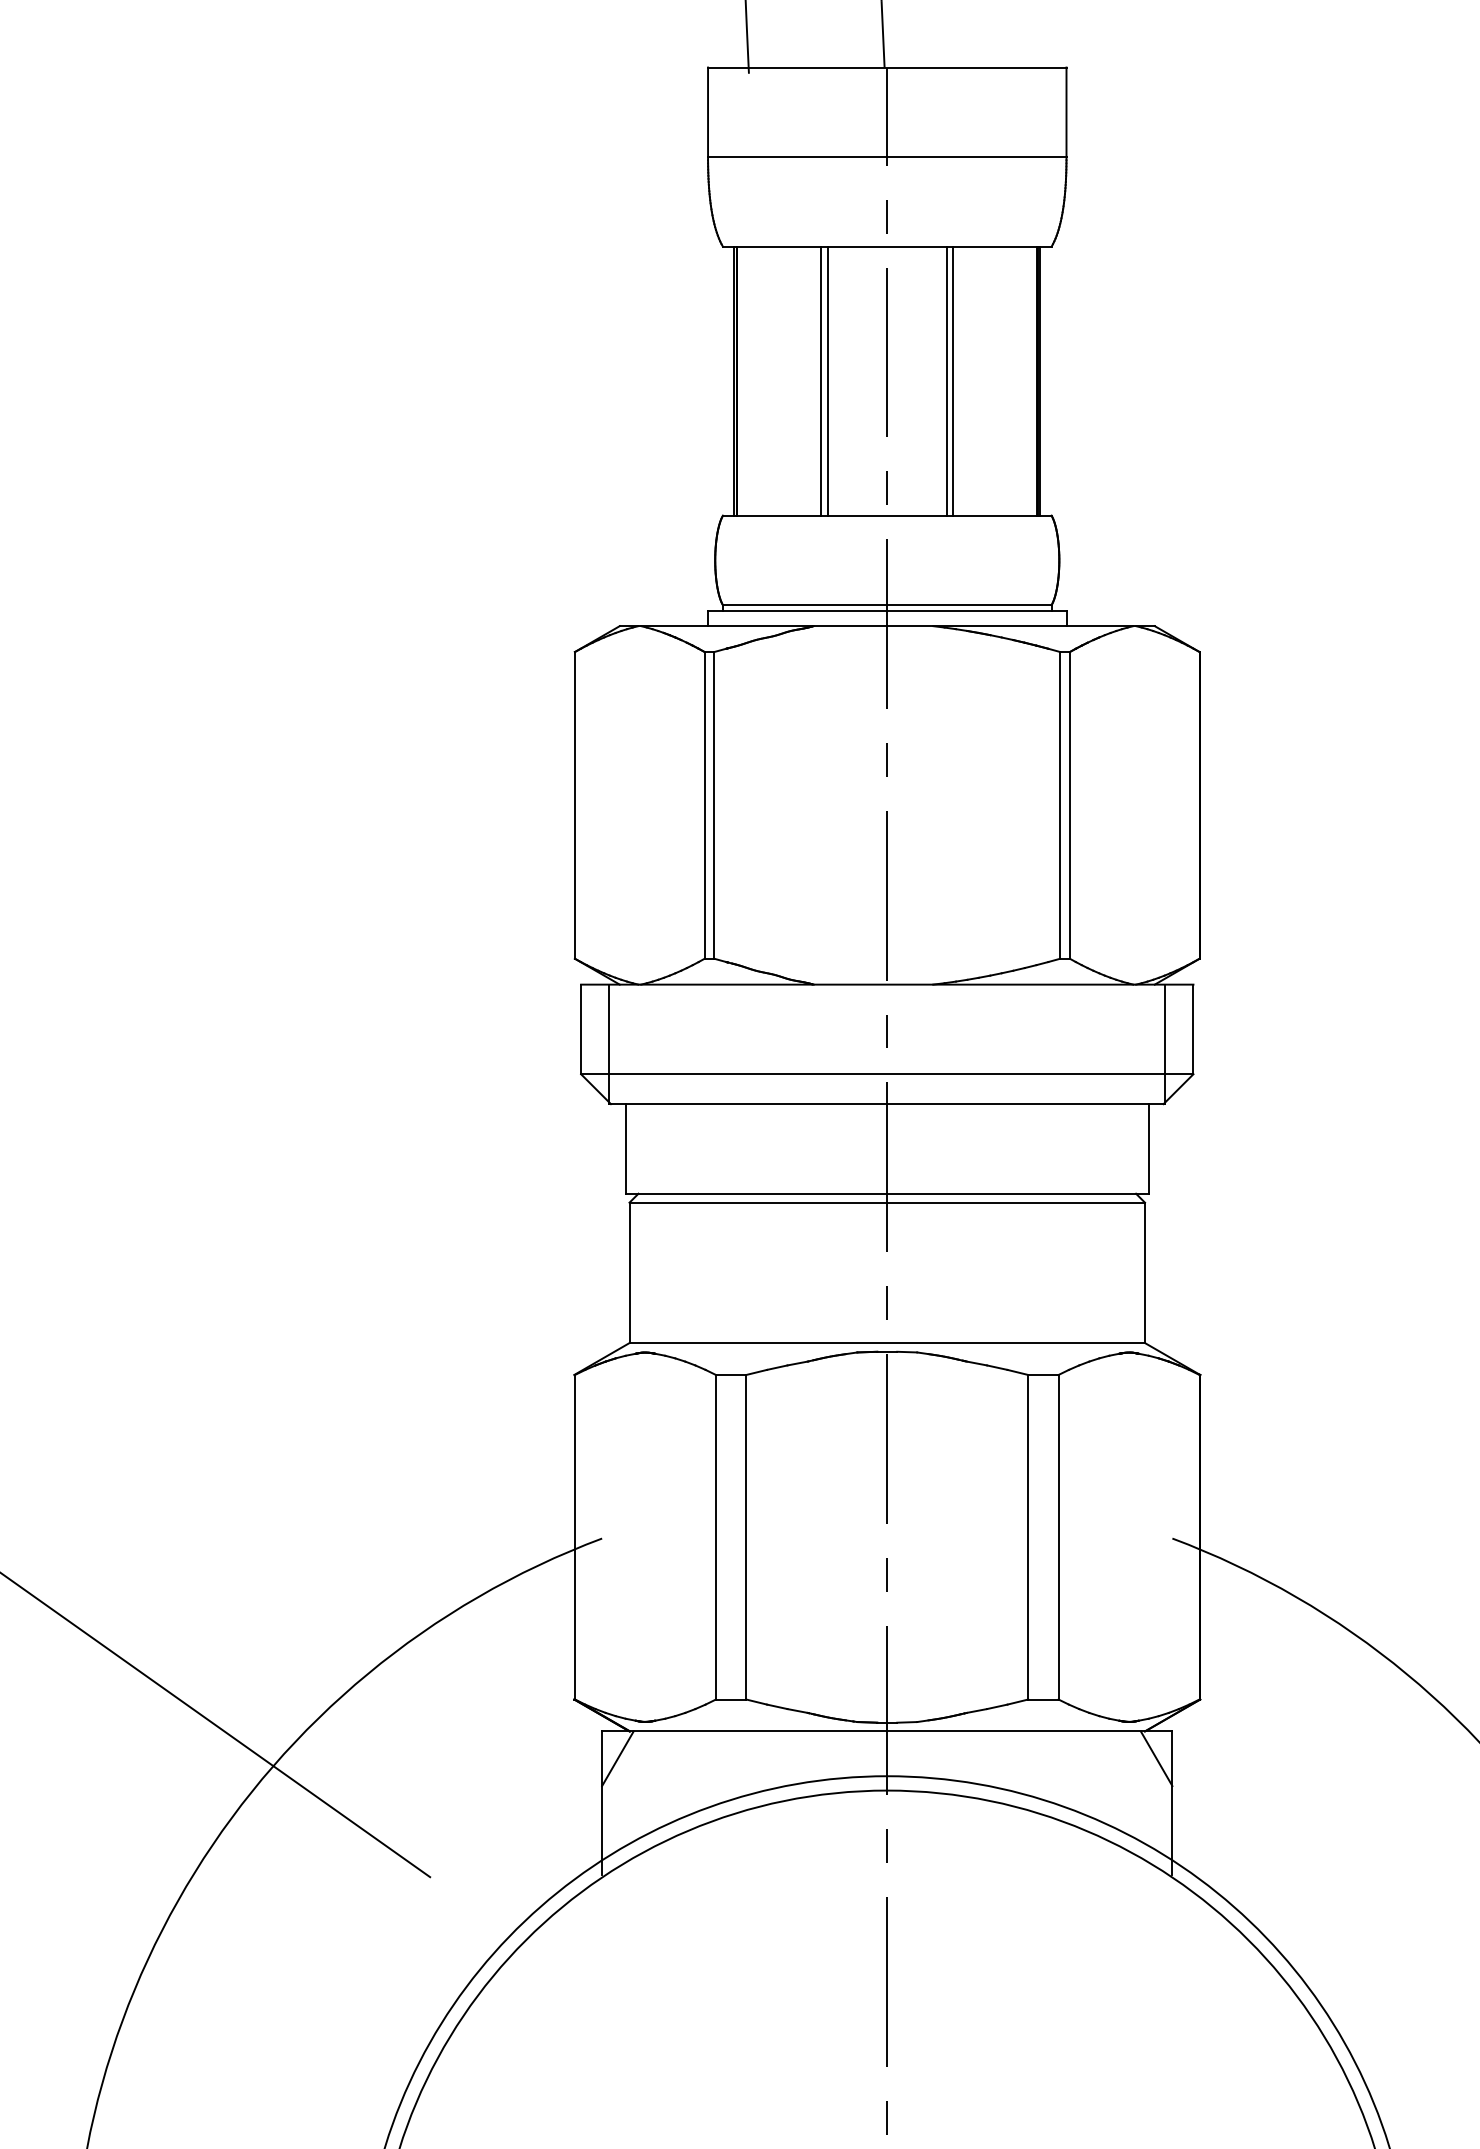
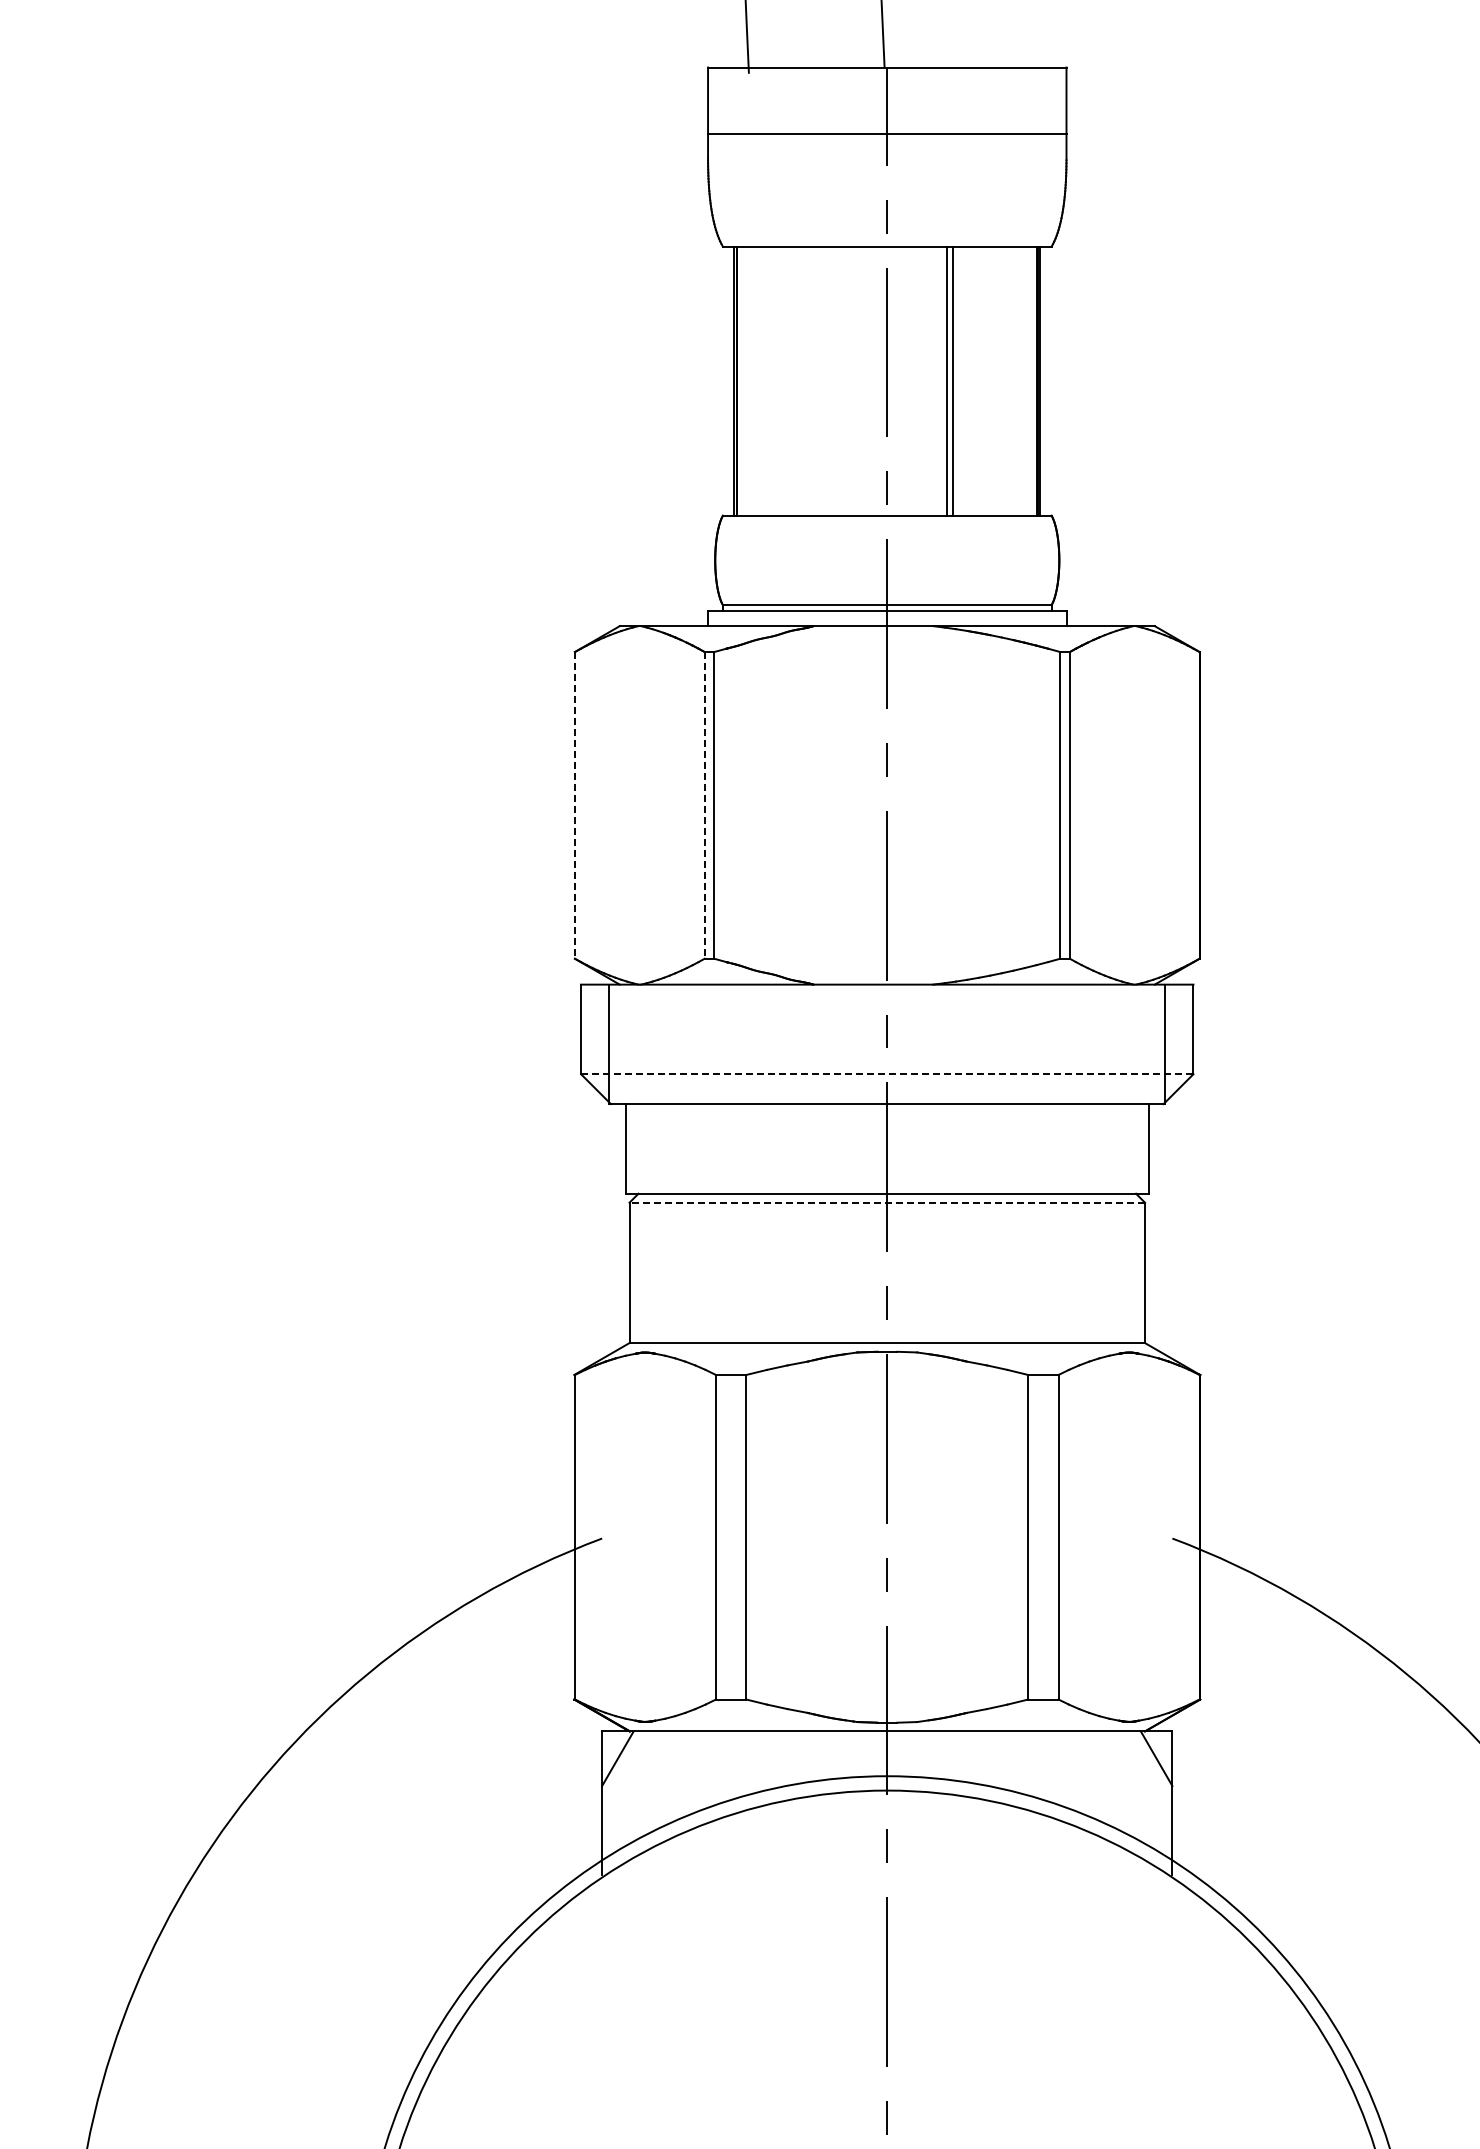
line at (887, 157) position: (887, 157) -> (887, 134)
line at (821, 380): present -> none
line at (827, 380): present -> none
line at (574, 805): solid -> dashed
line at (704, 805): solid -> dashed
line at (887, 1074): solid -> dashed
line at (887, 1202): solid -> dashed
line at (216, 1725): present -> none
